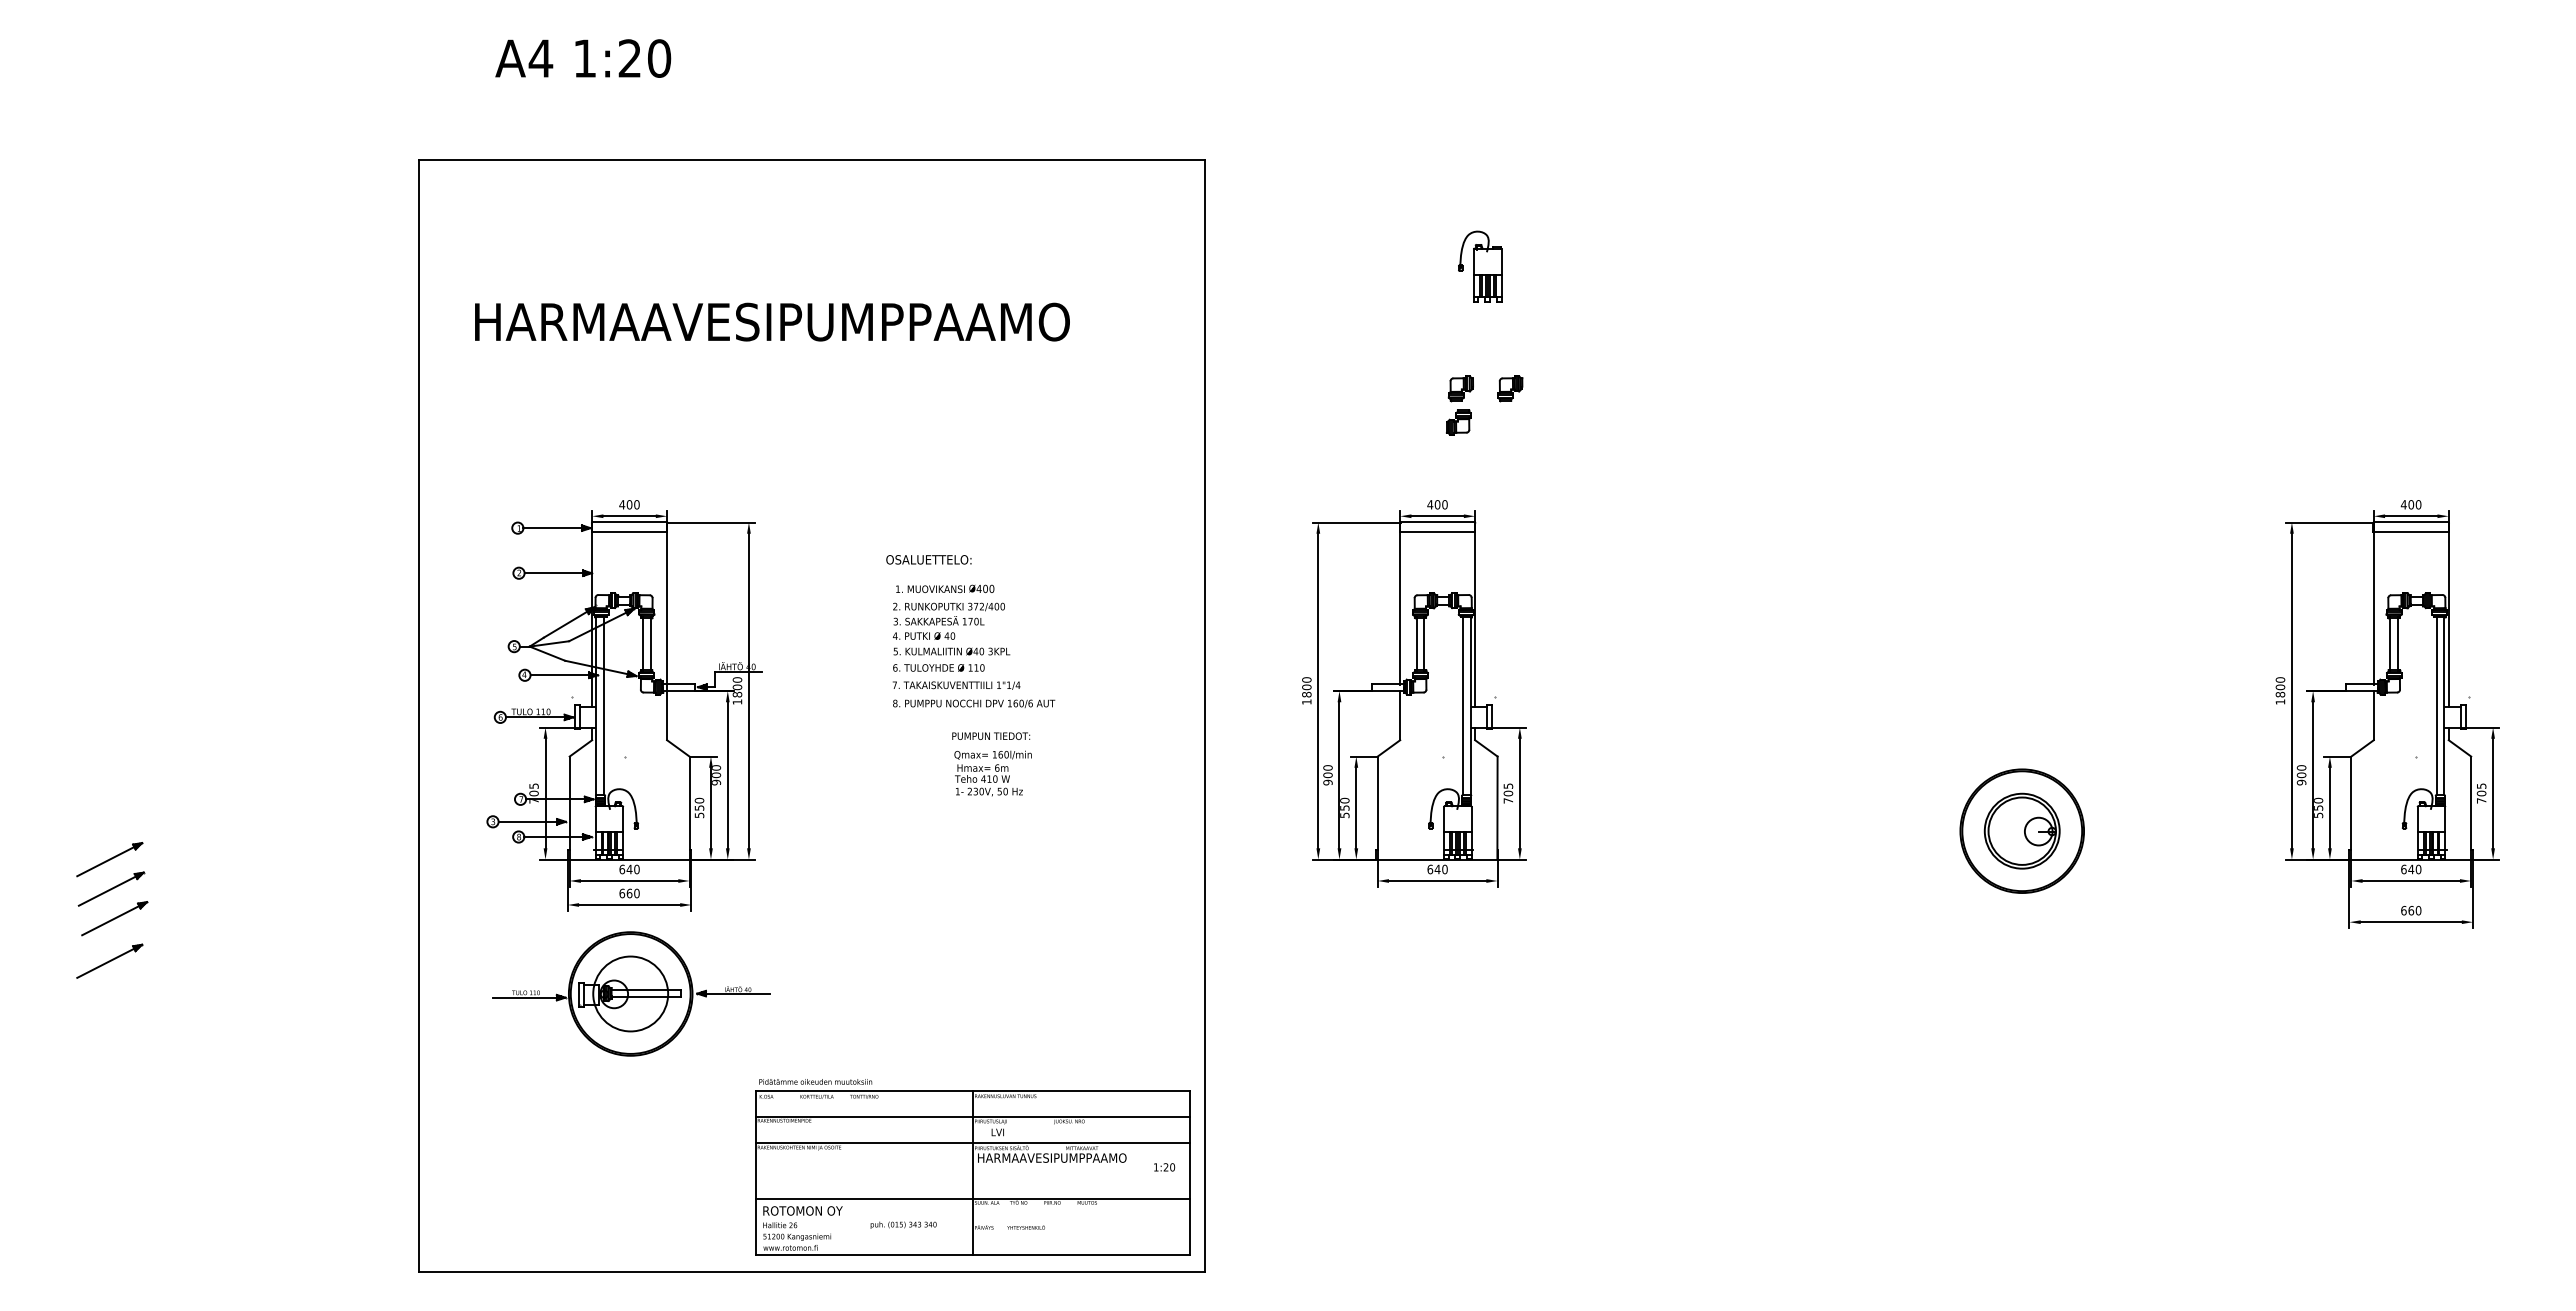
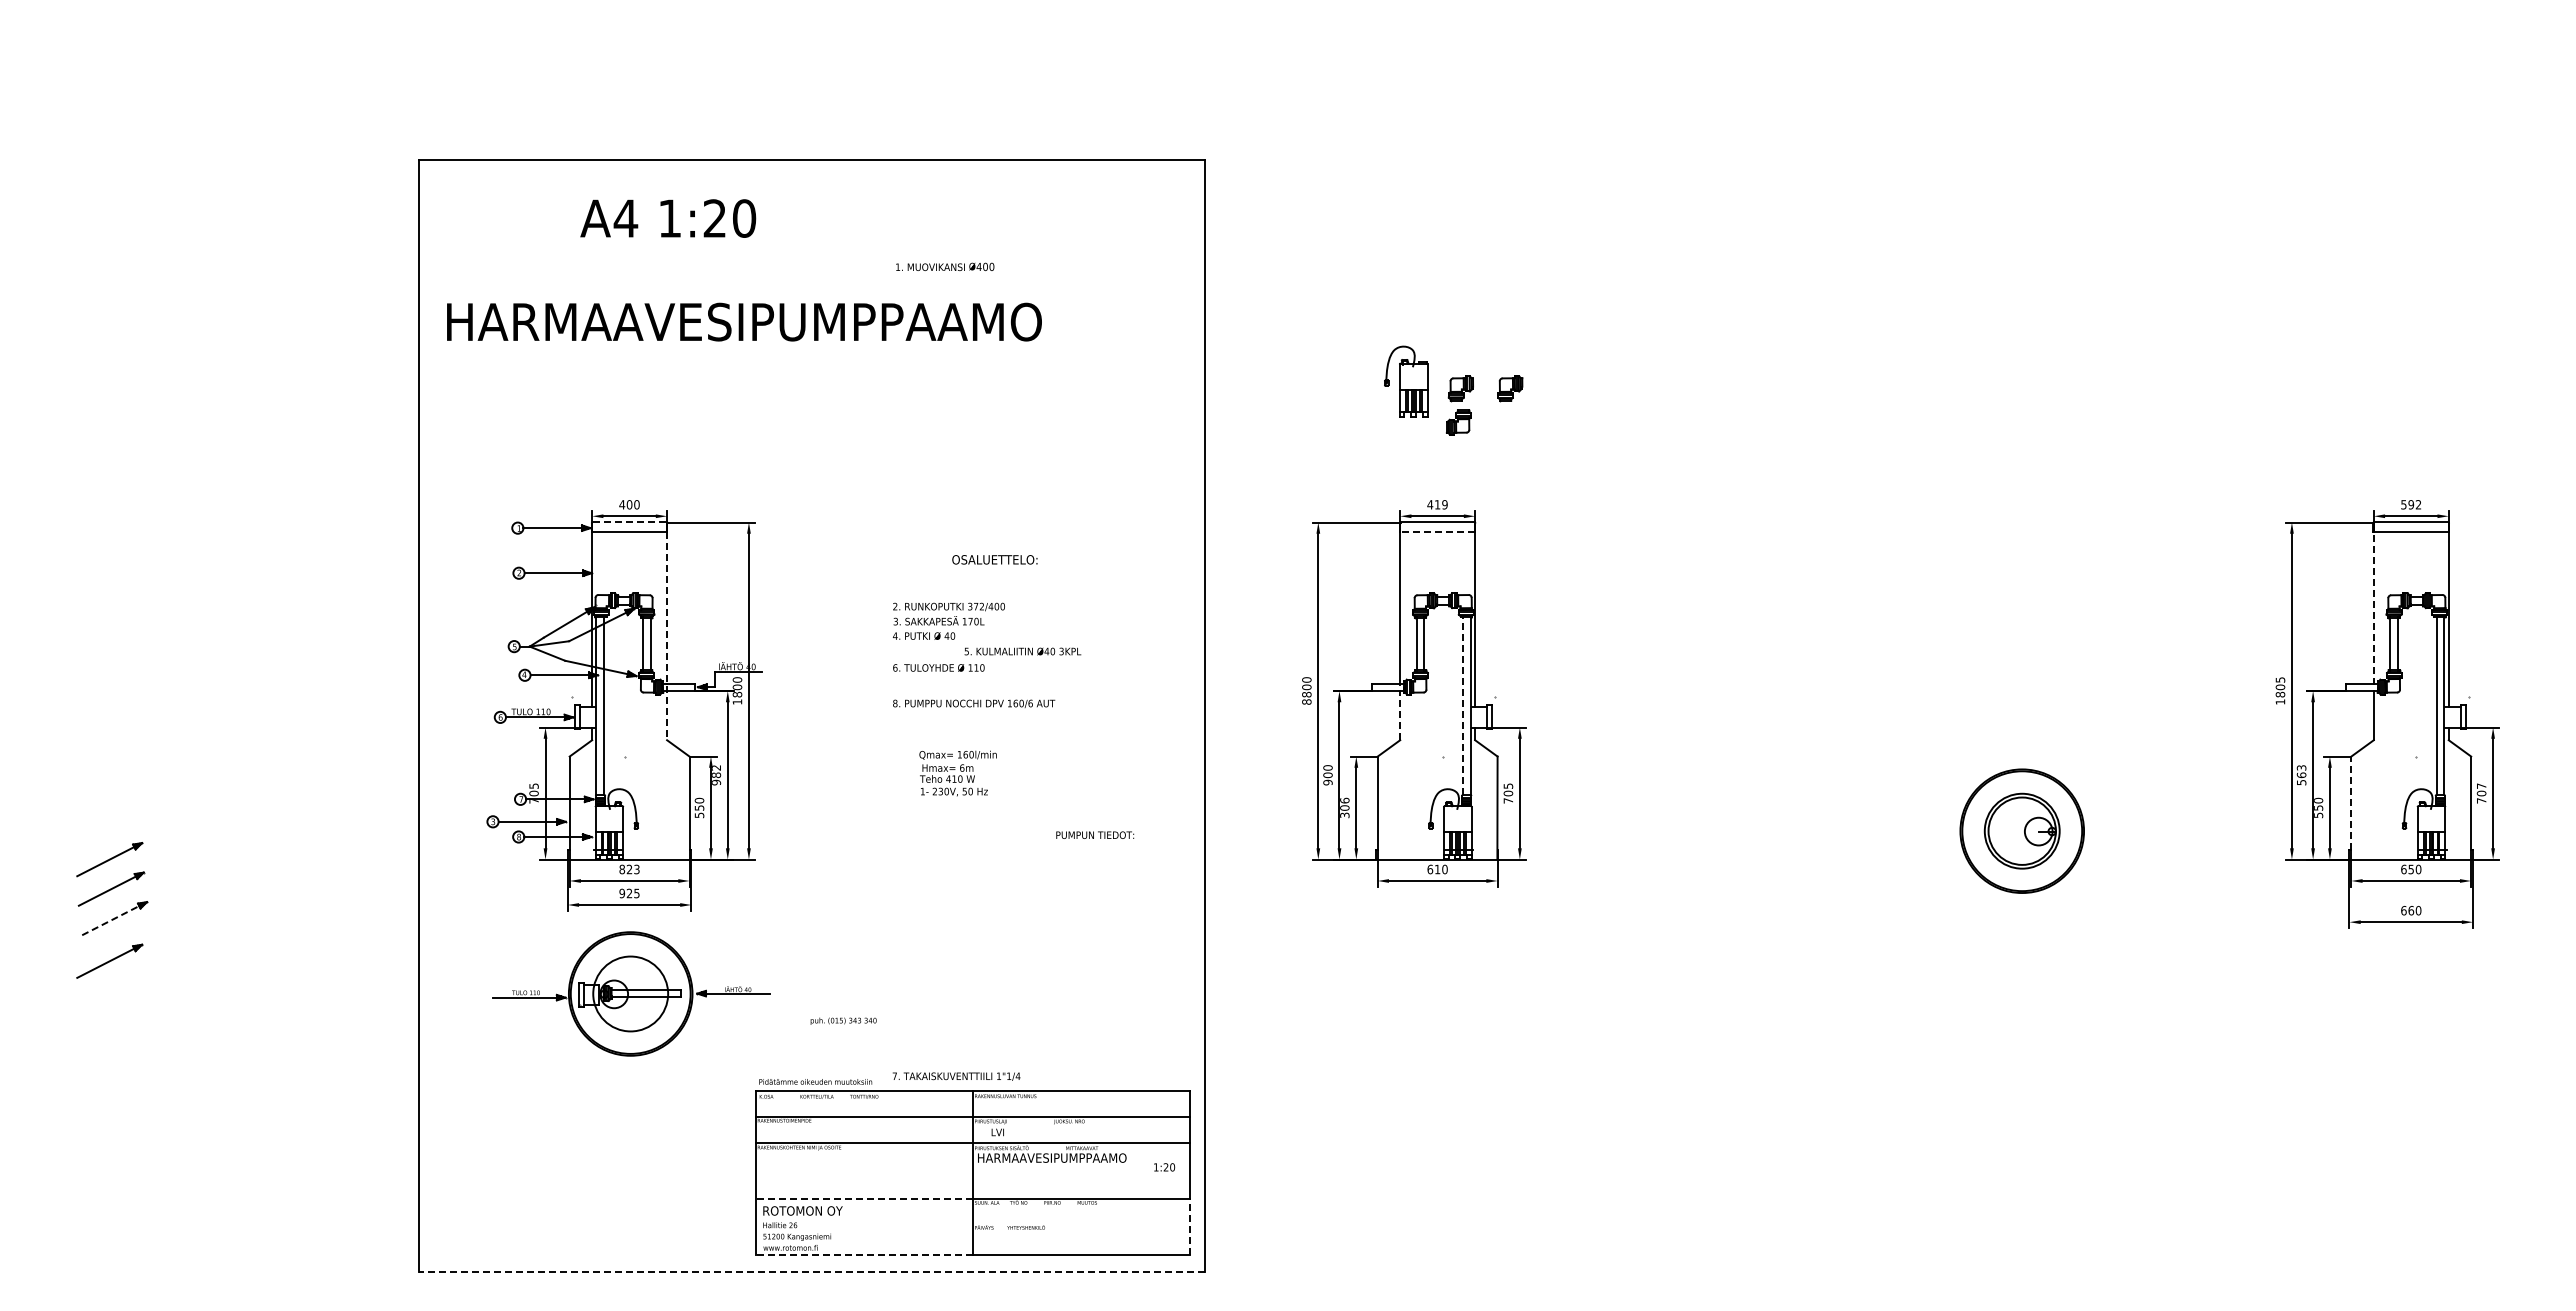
text at (583, 58) position: (583, 58) -> (668, 218)
part at (1480, 266) position: (1480, 266) -> (1406, 381)
text at (772, 321) position: (772, 321) -> (744, 321)
text at (1440, 504): 400 -> 419
text at (2410, 504): 400 -> 592
line at (629, 522): solid -> dashed
line at (1437, 531): solid -> dashed
text at (928, 559) position: (928, 559) -> (994, 559)
text at (945, 588) position: (945, 588) -> (945, 266)
line at (2373, 603): solid -> dashed
line at (667, 636): solid -> dashed
text at (951, 651) position: (951, 651) -> (1022, 651)
text at (2280, 679): 1800 -> 1805
text at (956, 685) position: (956, 685) -> (956, 1076)
text at (1306, 701): 1800 -> 8800
line at (1463, 706): solid -> dashed
line at (1400, 716): solid -> dashed
text at (991, 735) position: (991, 735) -> (1095, 834)
text at (716, 771): 900 -> 982
text at (992, 773) position: (992, 773) -> (957, 773)
text at (2301, 775): 900 -> 563
text at (2481, 785): 705 -> 707
line at (2351, 803): solid -> dashed
text at (1344, 807): 550 -> 306
text at (629, 869): 640 -> 823
text at (1437, 869): 640 -> 610
text at (2411, 869): 640 -> 650
text at (629, 893): 660 -> 925
line at (111, 920): solid -> dashed
line at (864, 1199): solid -> dashed
text at (903, 1224) position: (903, 1224) -> (843, 1020)
line at (1190, 1226): solid -> dashed
line at (864, 1255): solid -> dashed
line at (811, 1271): solid -> dashed
